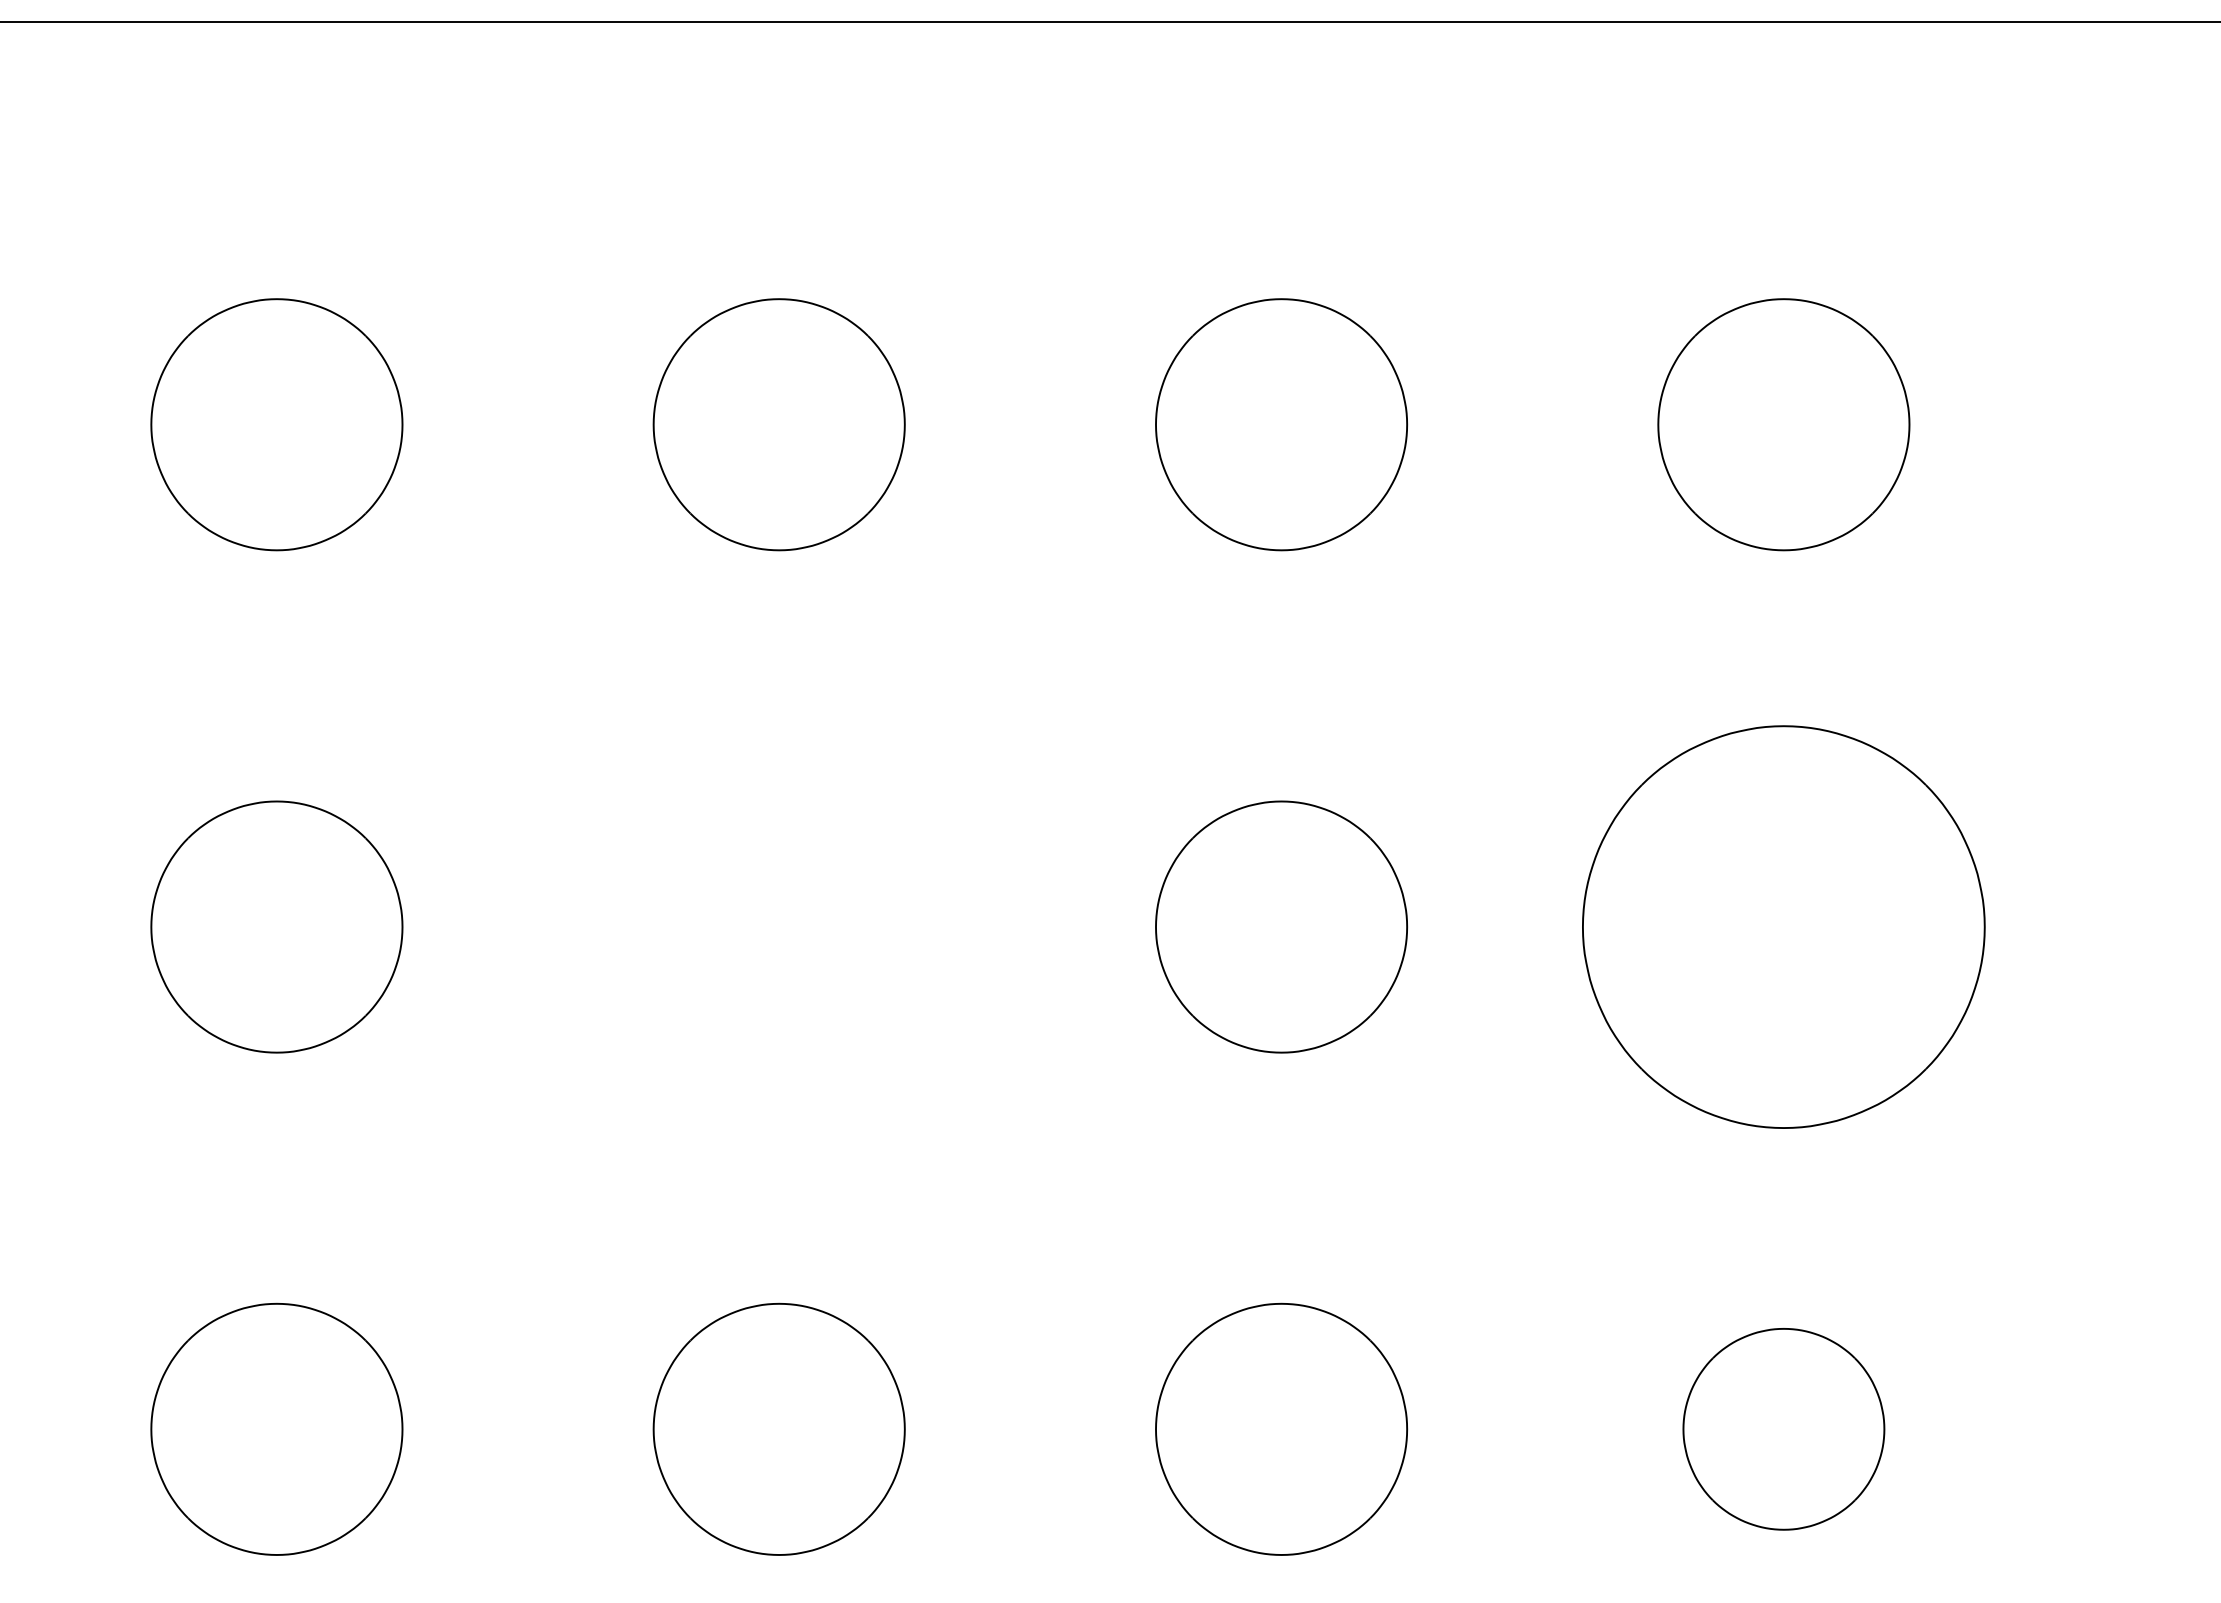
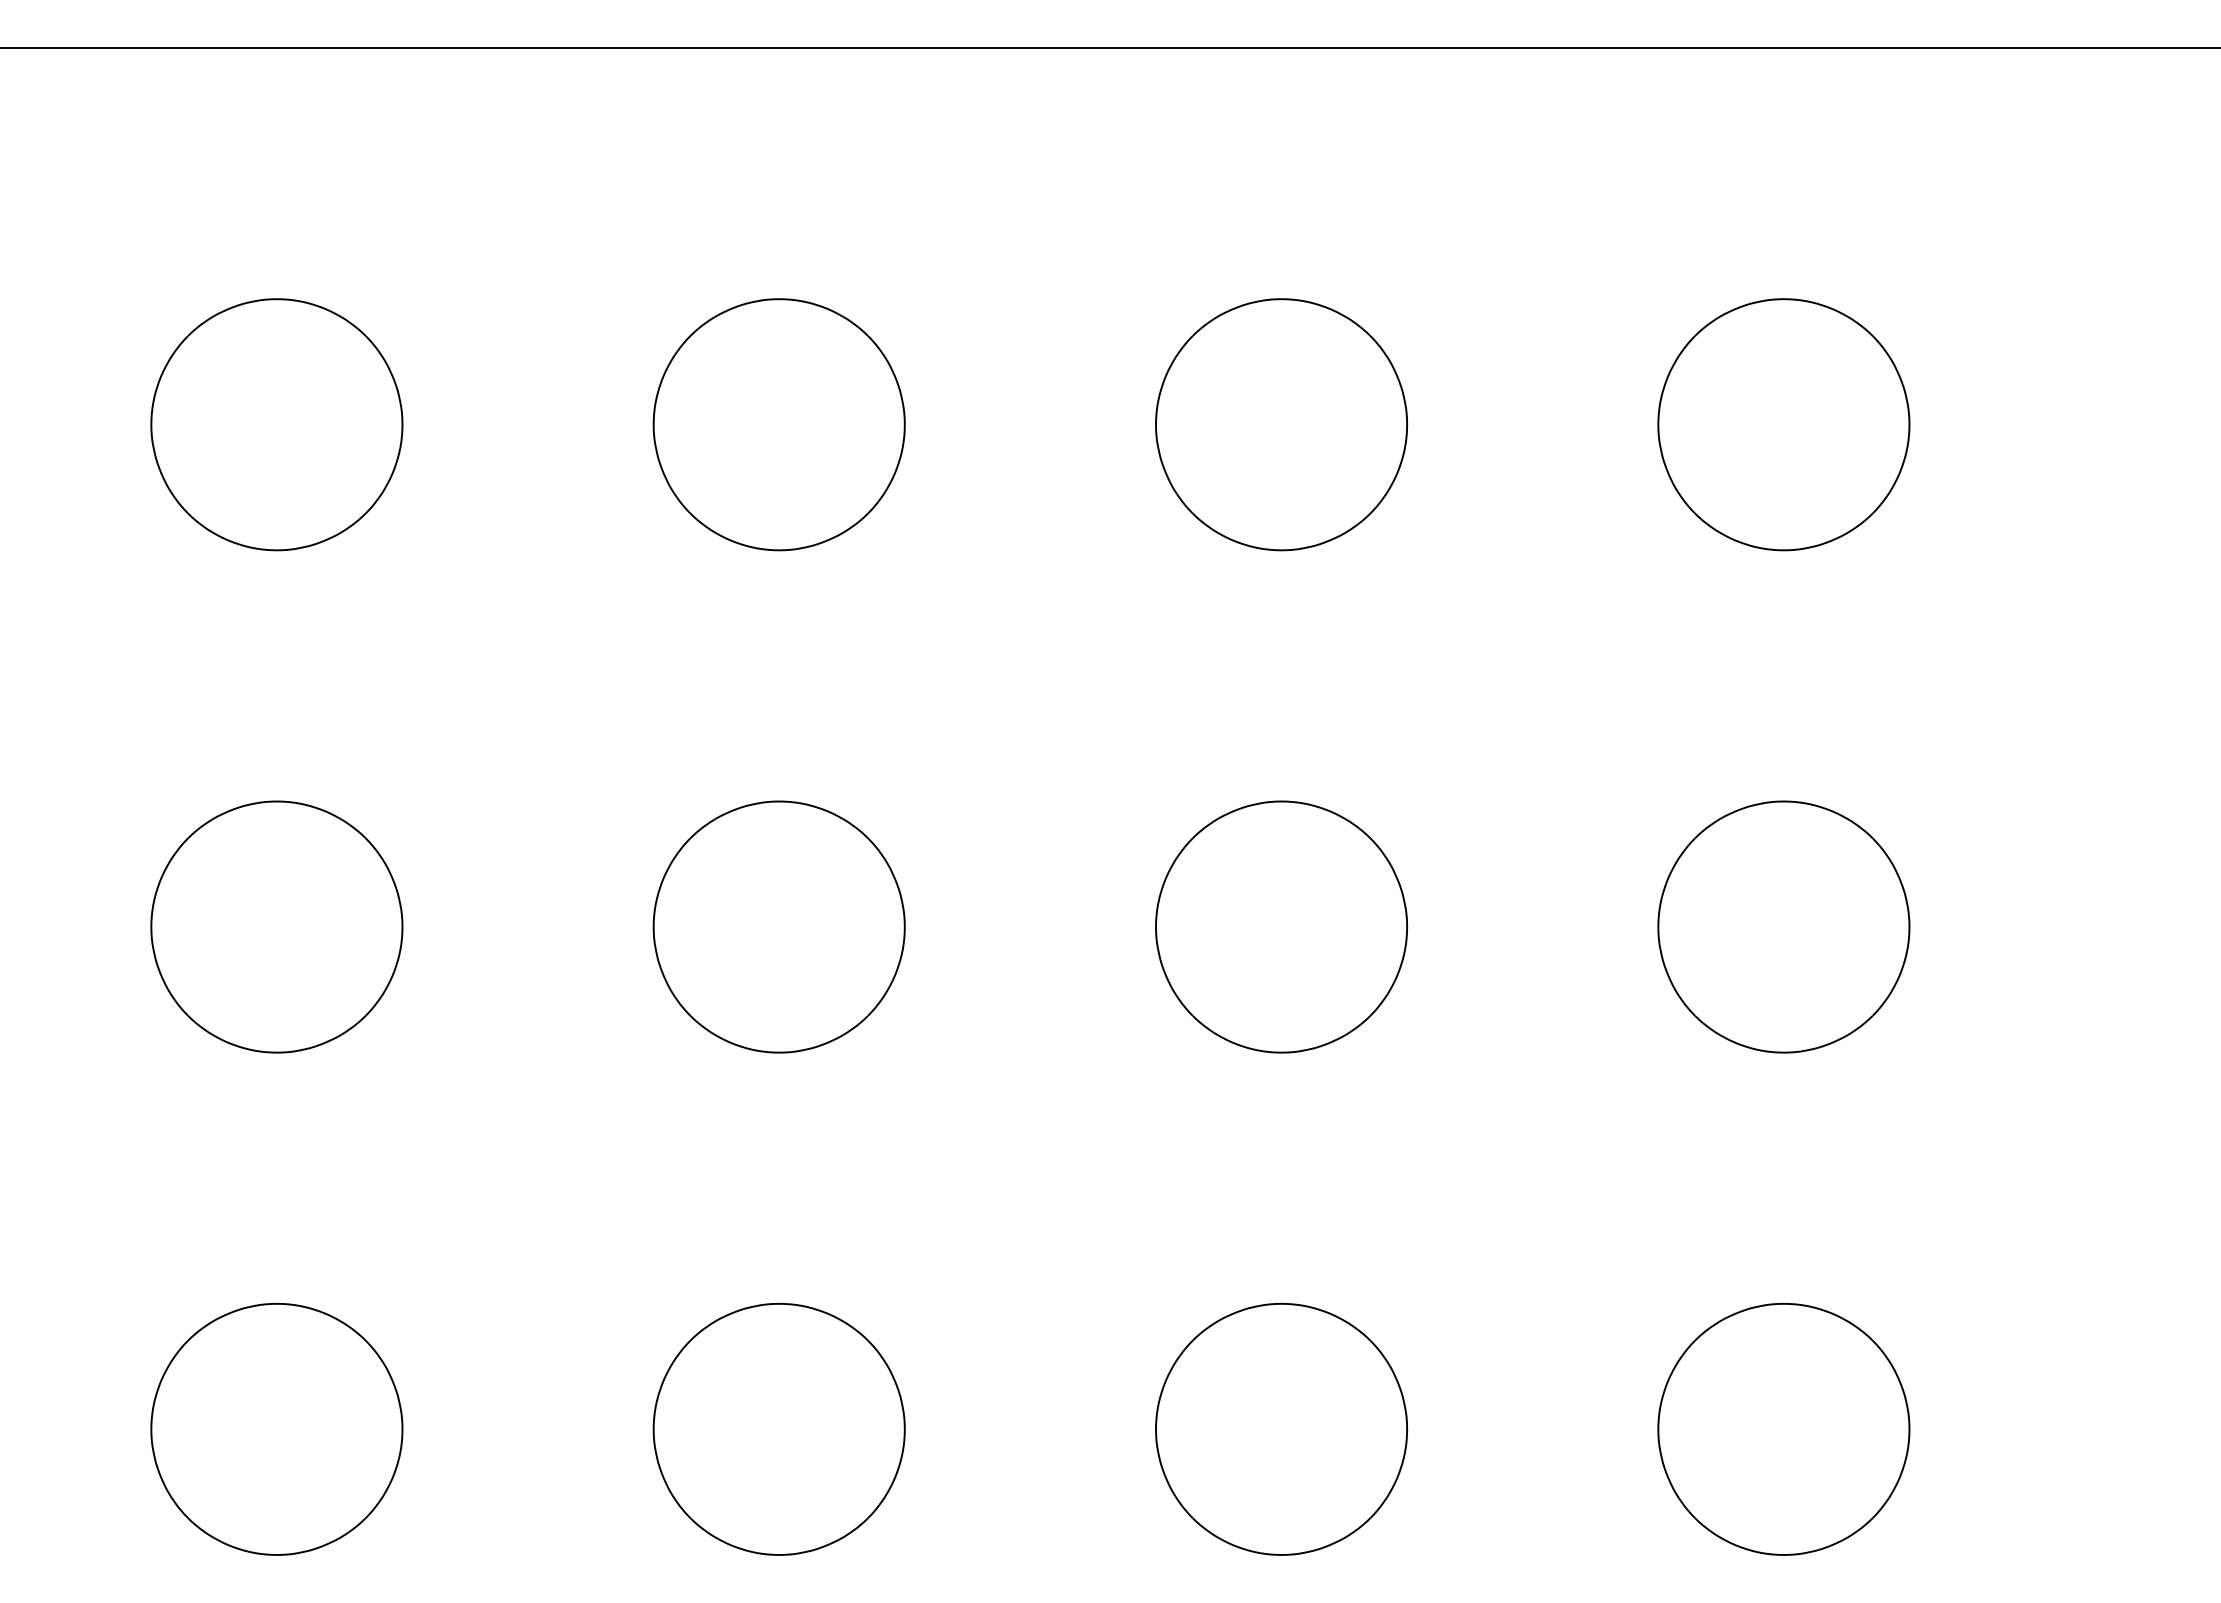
line at (1109, 22) position: (1109, 22) -> (1109, 48)
part at (778, 926): none -> present
part at (1783, 926) size: 404x404 px -> 254x254 px
part at (1783, 1429) size: 204x203 px -> 254x254 px
